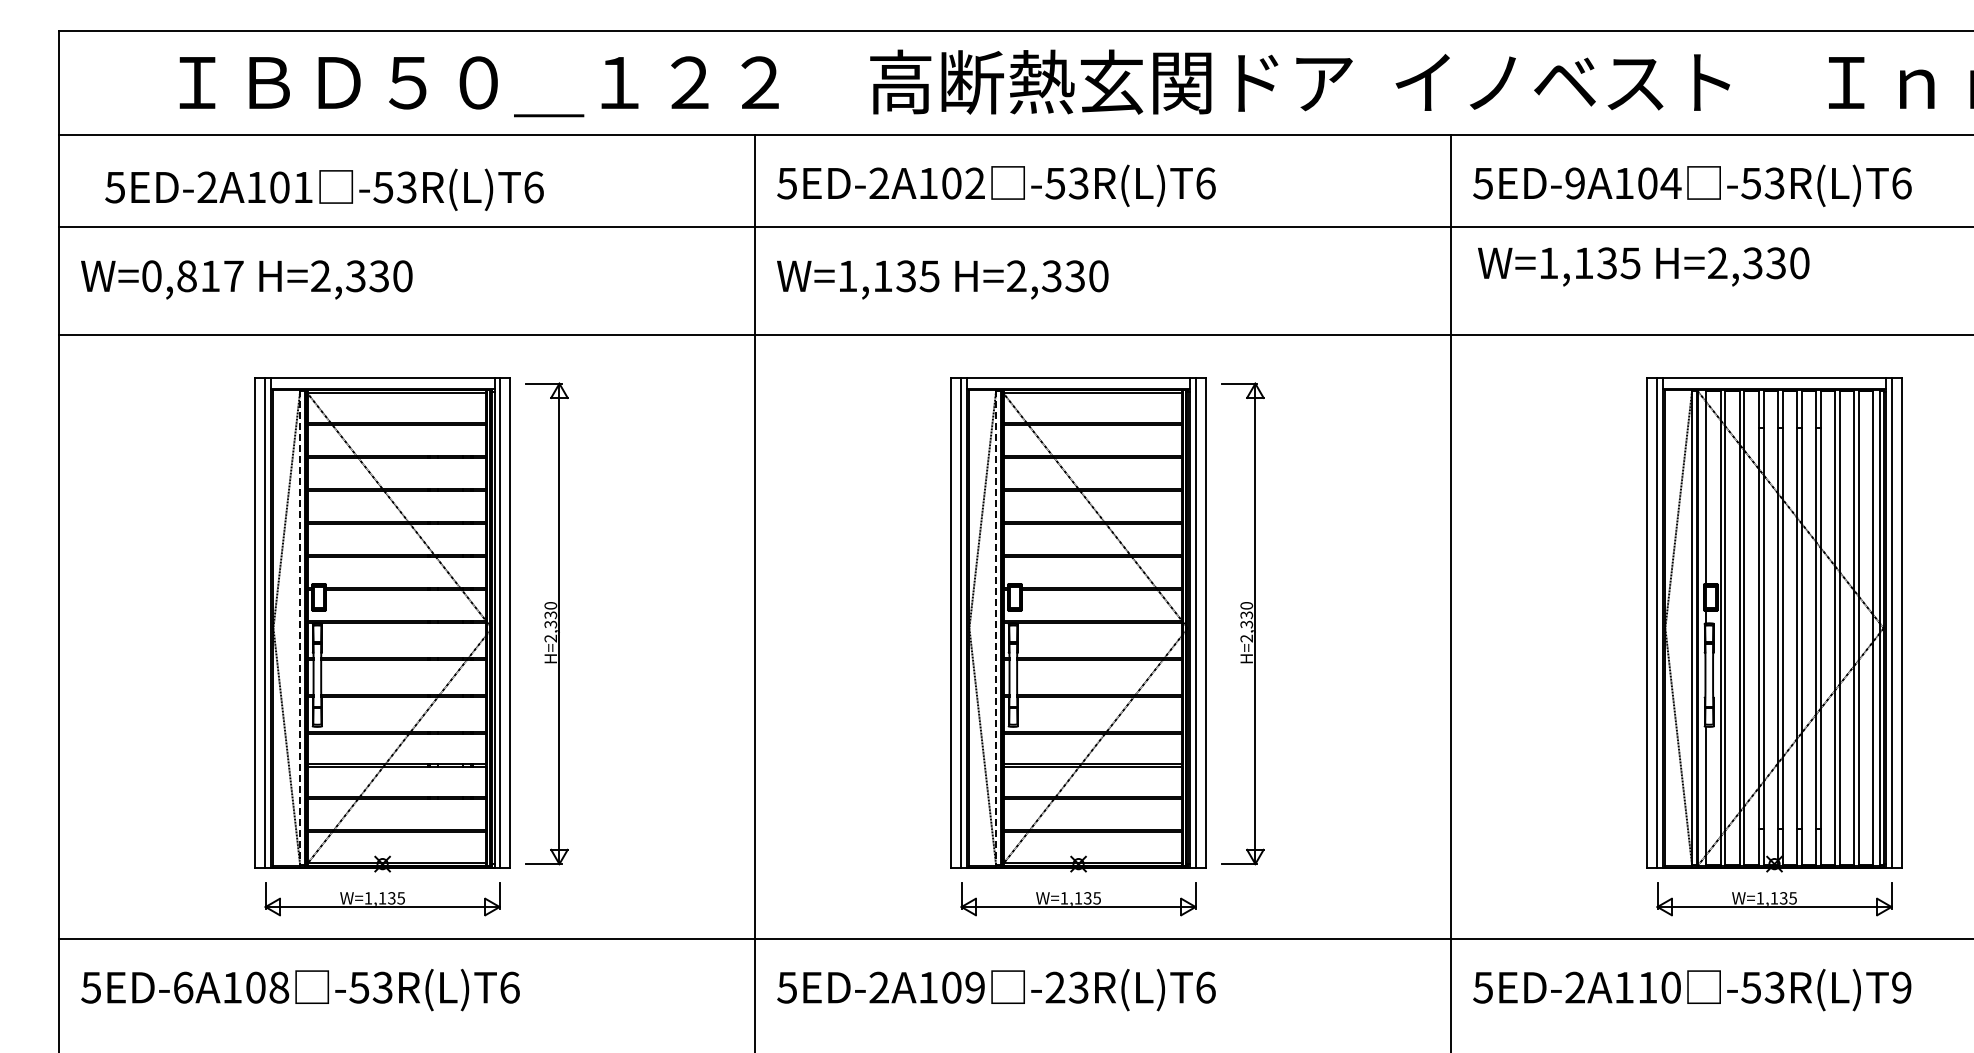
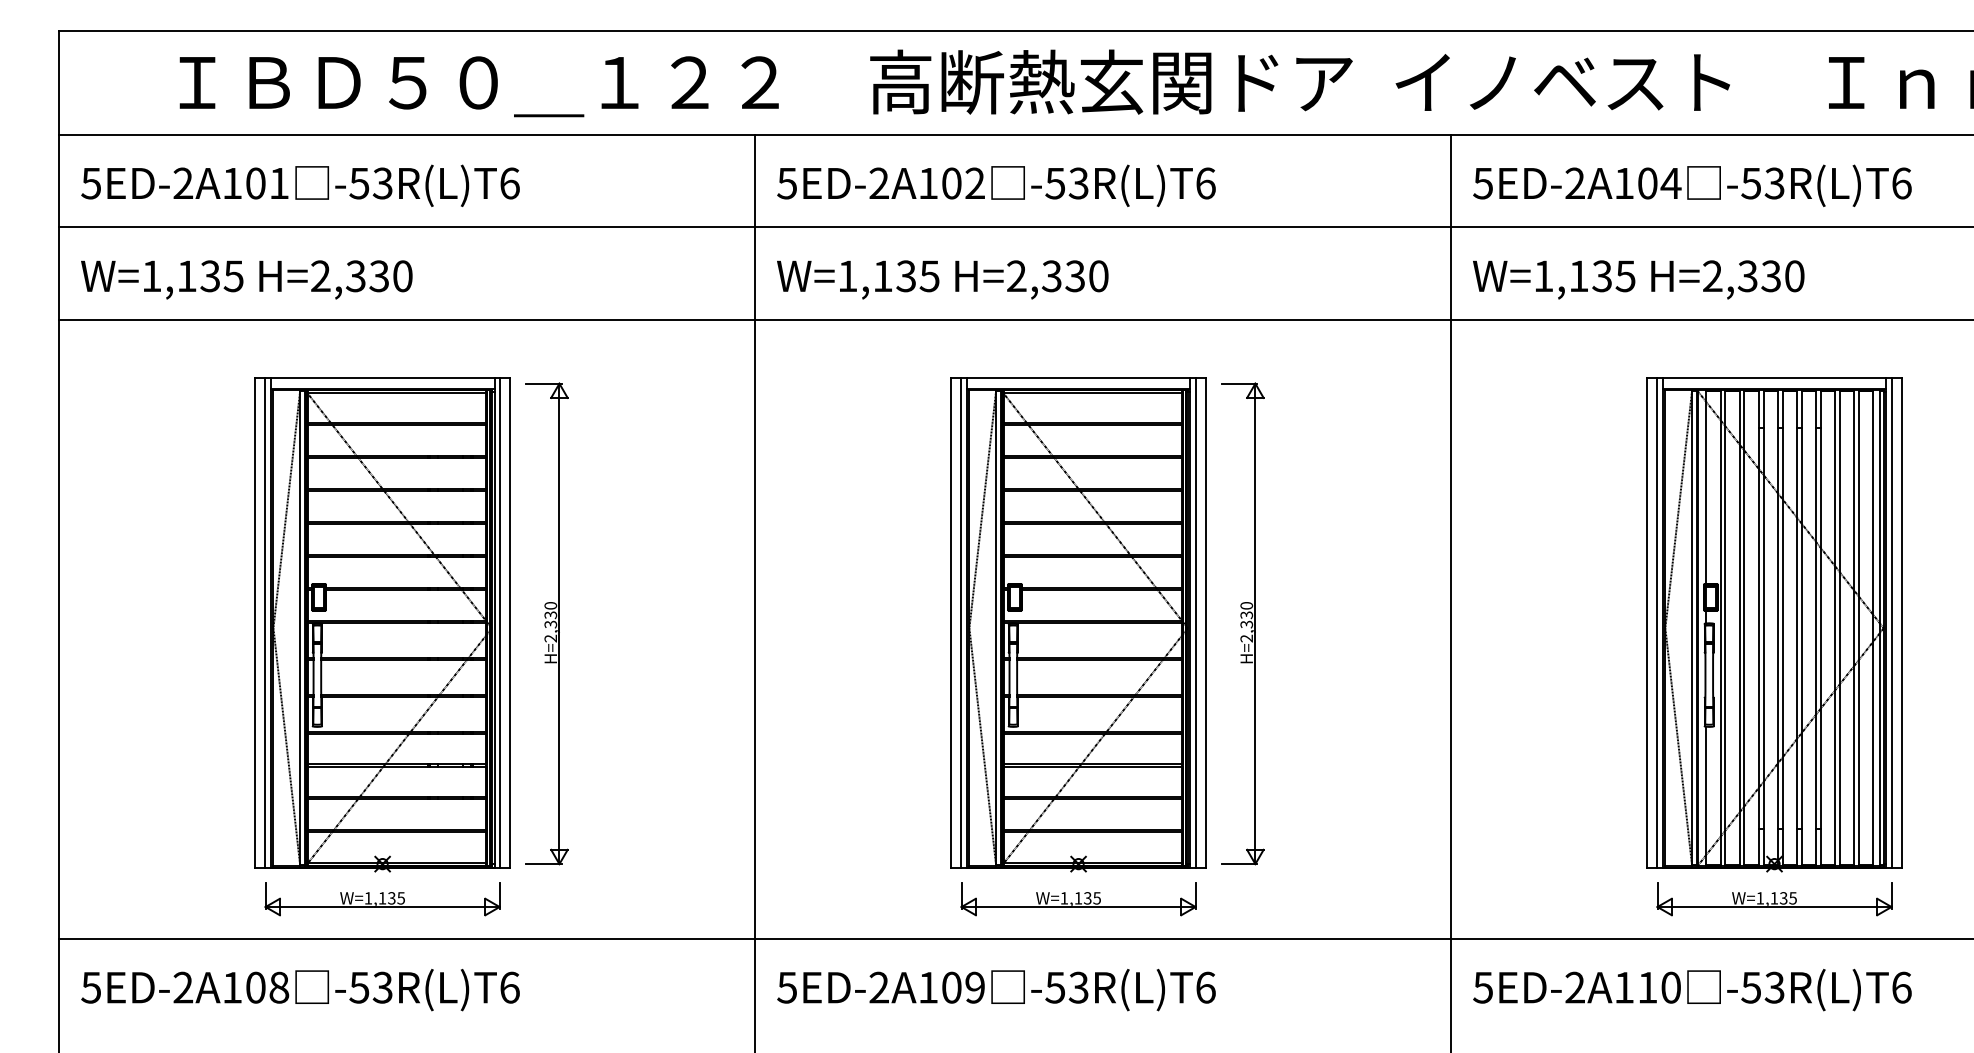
text at (1574, 183): 5ED-9A104 -> 5ED-2A104
text at (324, 189) position: (324, 189) -> (300, 185)
text at (1643, 266) position: (1643, 266) -> (1638, 279)
text at (192, 276): W=0,817 -> W=1,135
line at (1014, 335) position: (1014, 335) -> (1014, 320)
line at (300, 628): dashed -> solid
line at (996, 628): dashed -> solid
text at (183, 987): 5ED-6A108 -> 5ED-2A108
text at (1055, 987): -23R(L)T6 -> -53R(L)T6
text at (1901, 987): -53R(L)T9 -> -53R(L)T6
